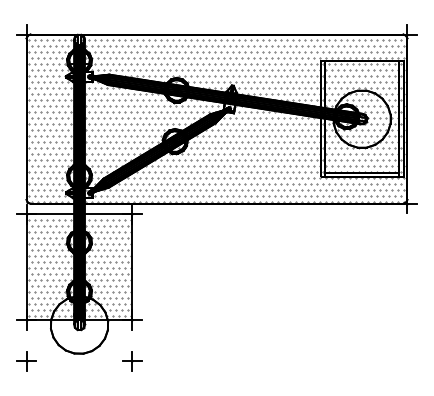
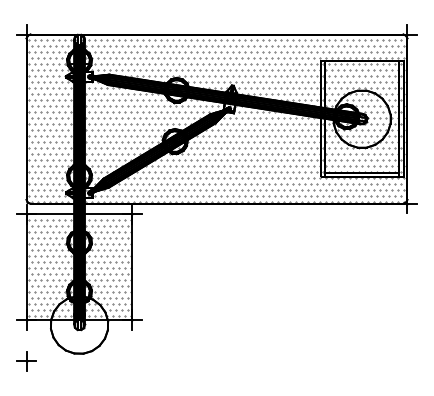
part at (132, 361): present -> none
